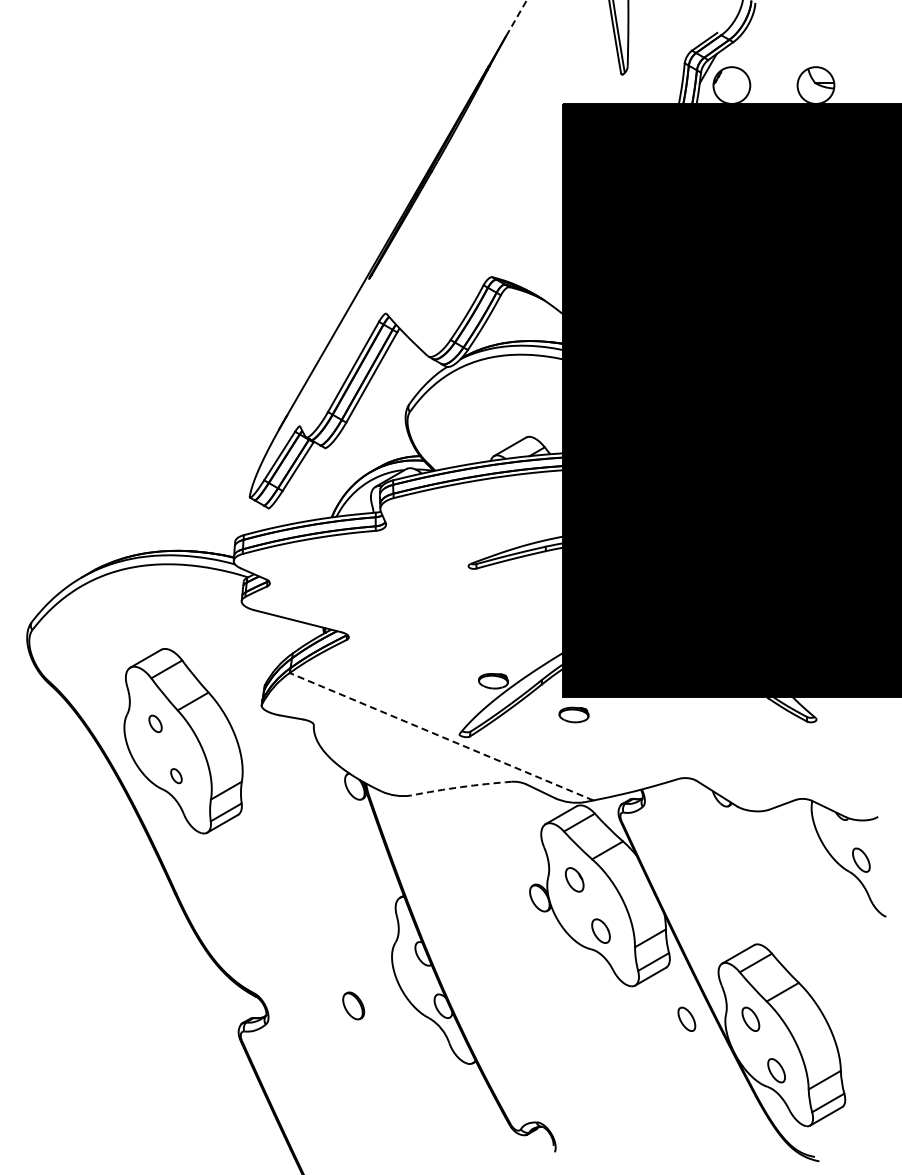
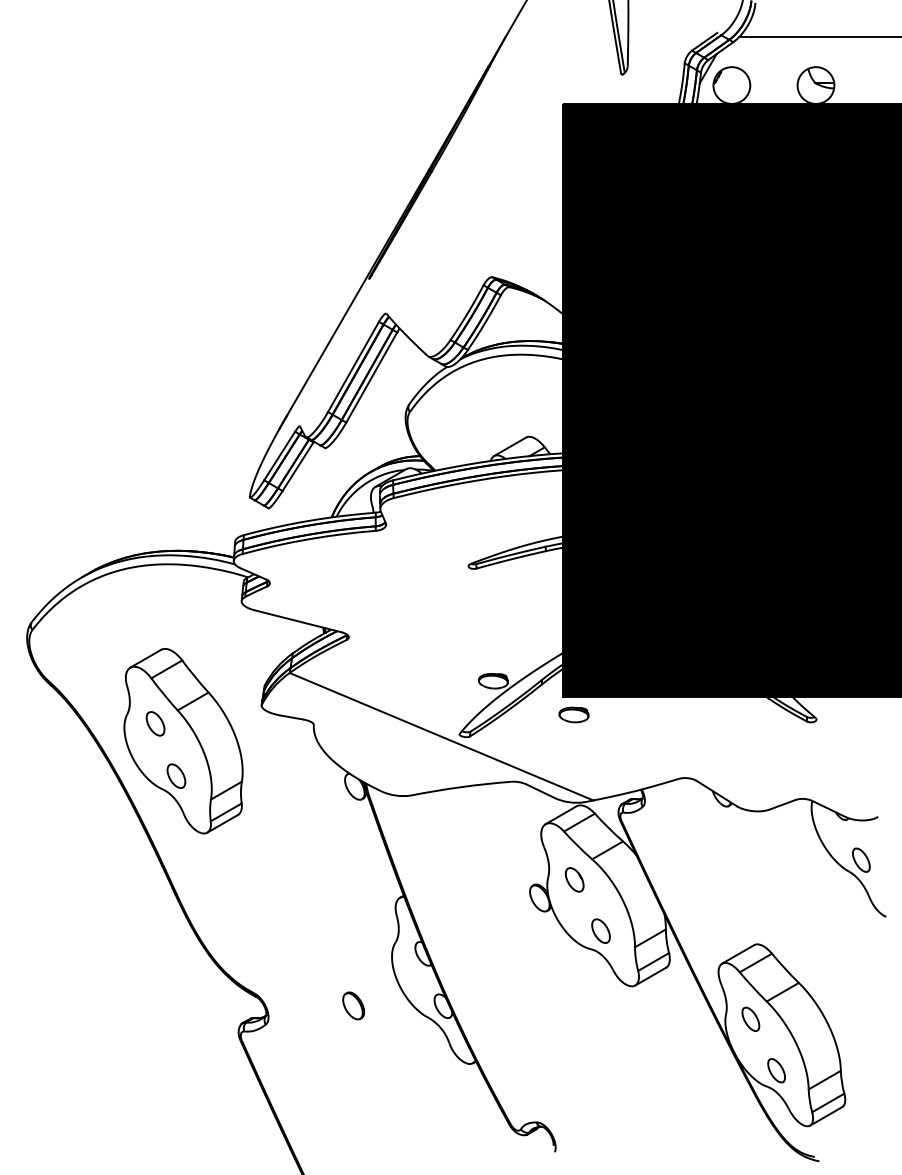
line at (516, 18): dashed -> solid
line at (818, 36): none -> present
part at (155, 723) size: 15x20 px -> 21x26 px
line at (441, 736): dashed -> solid
part at (176, 776) size: 13x17 px -> 21x26 px
arc at (461, 787): dashed -> solid
part at (686, 1018): present -> none
